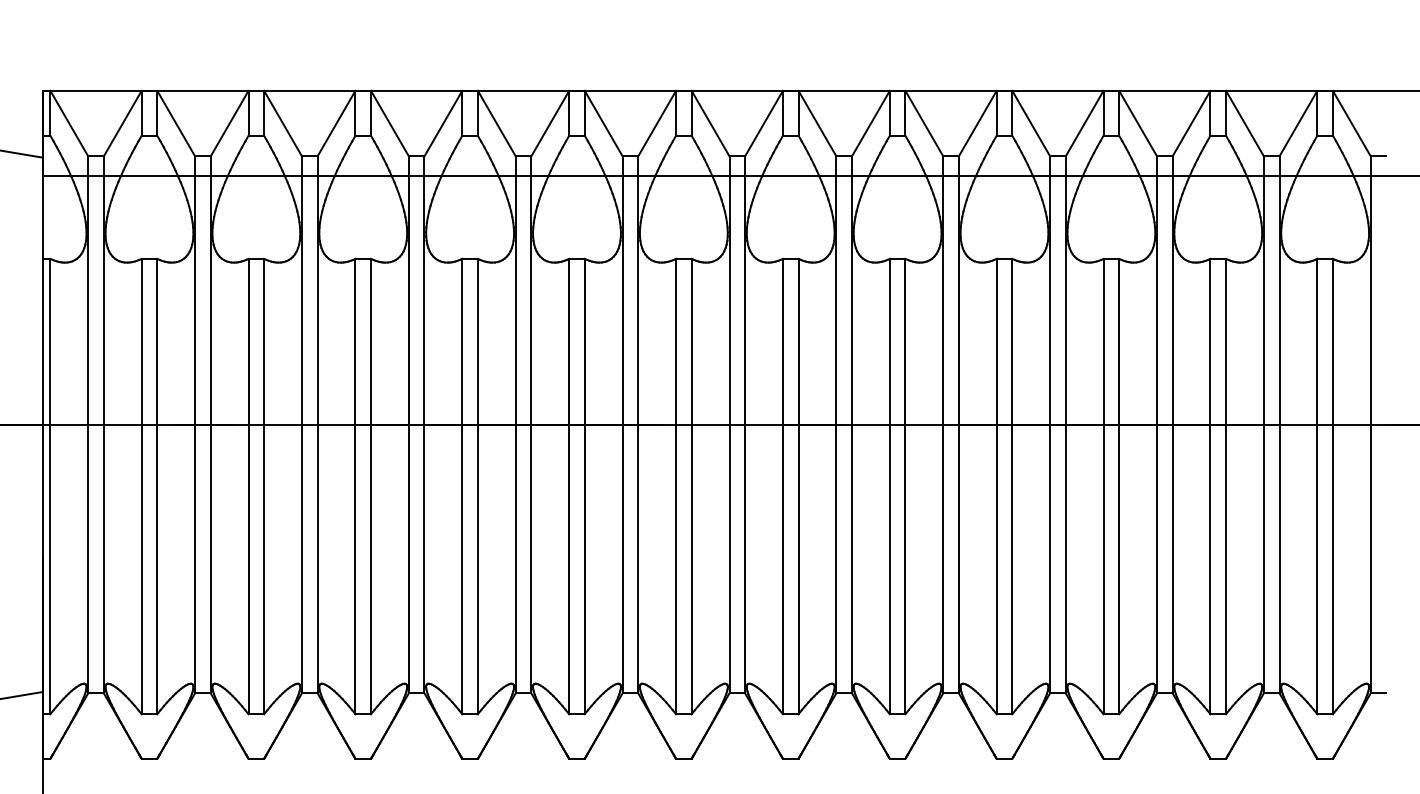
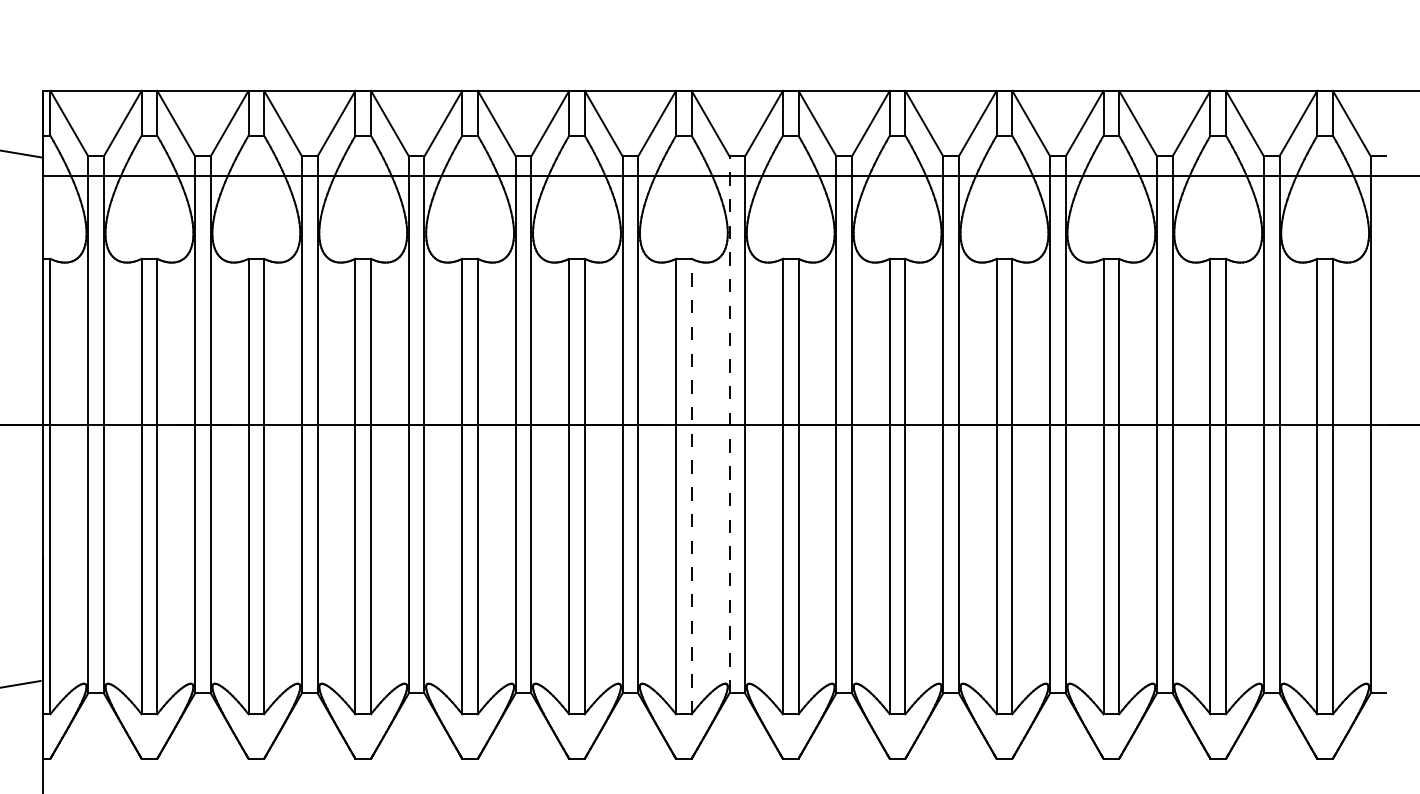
line at (729, 424): solid -> dashed
line at (691, 486): solid -> dashed
line at (22, 695) position: (22, 695) -> (21, 684)
